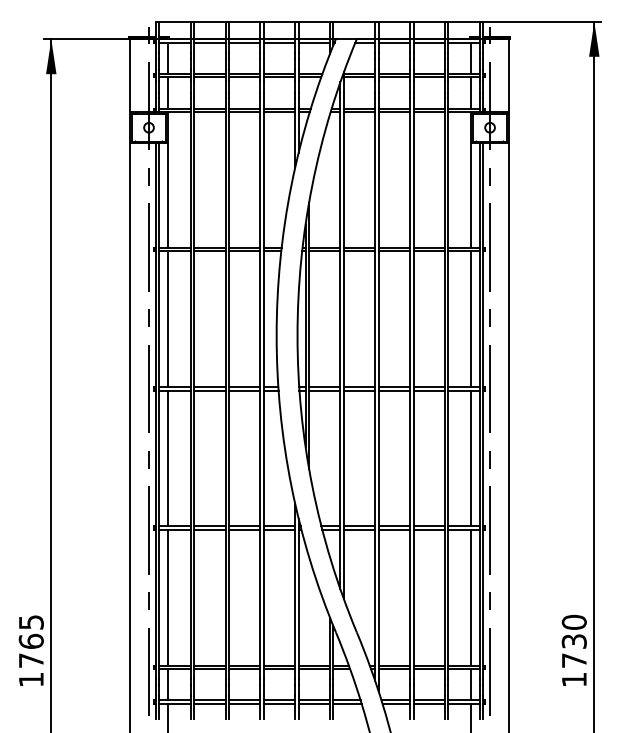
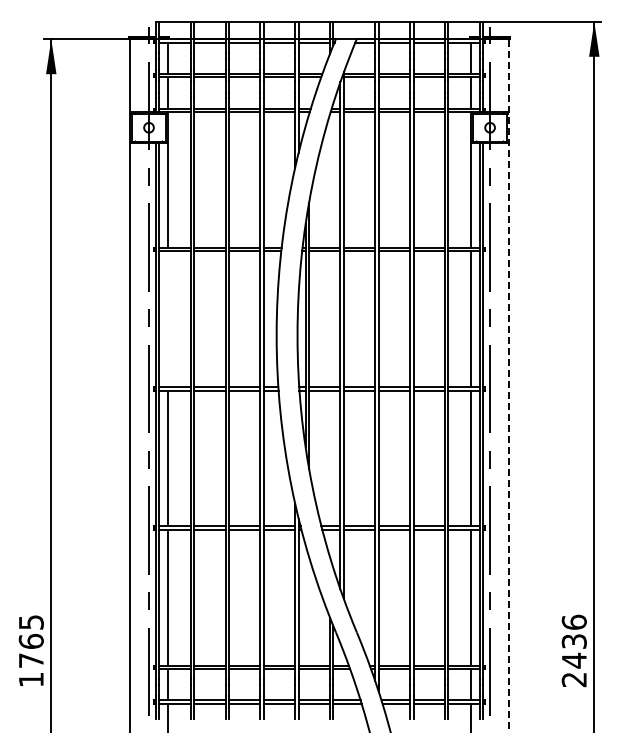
line at (168, 319): present -> none
line at (509, 385): solid -> dashed
text at (573, 650): 1730 -> 2436
